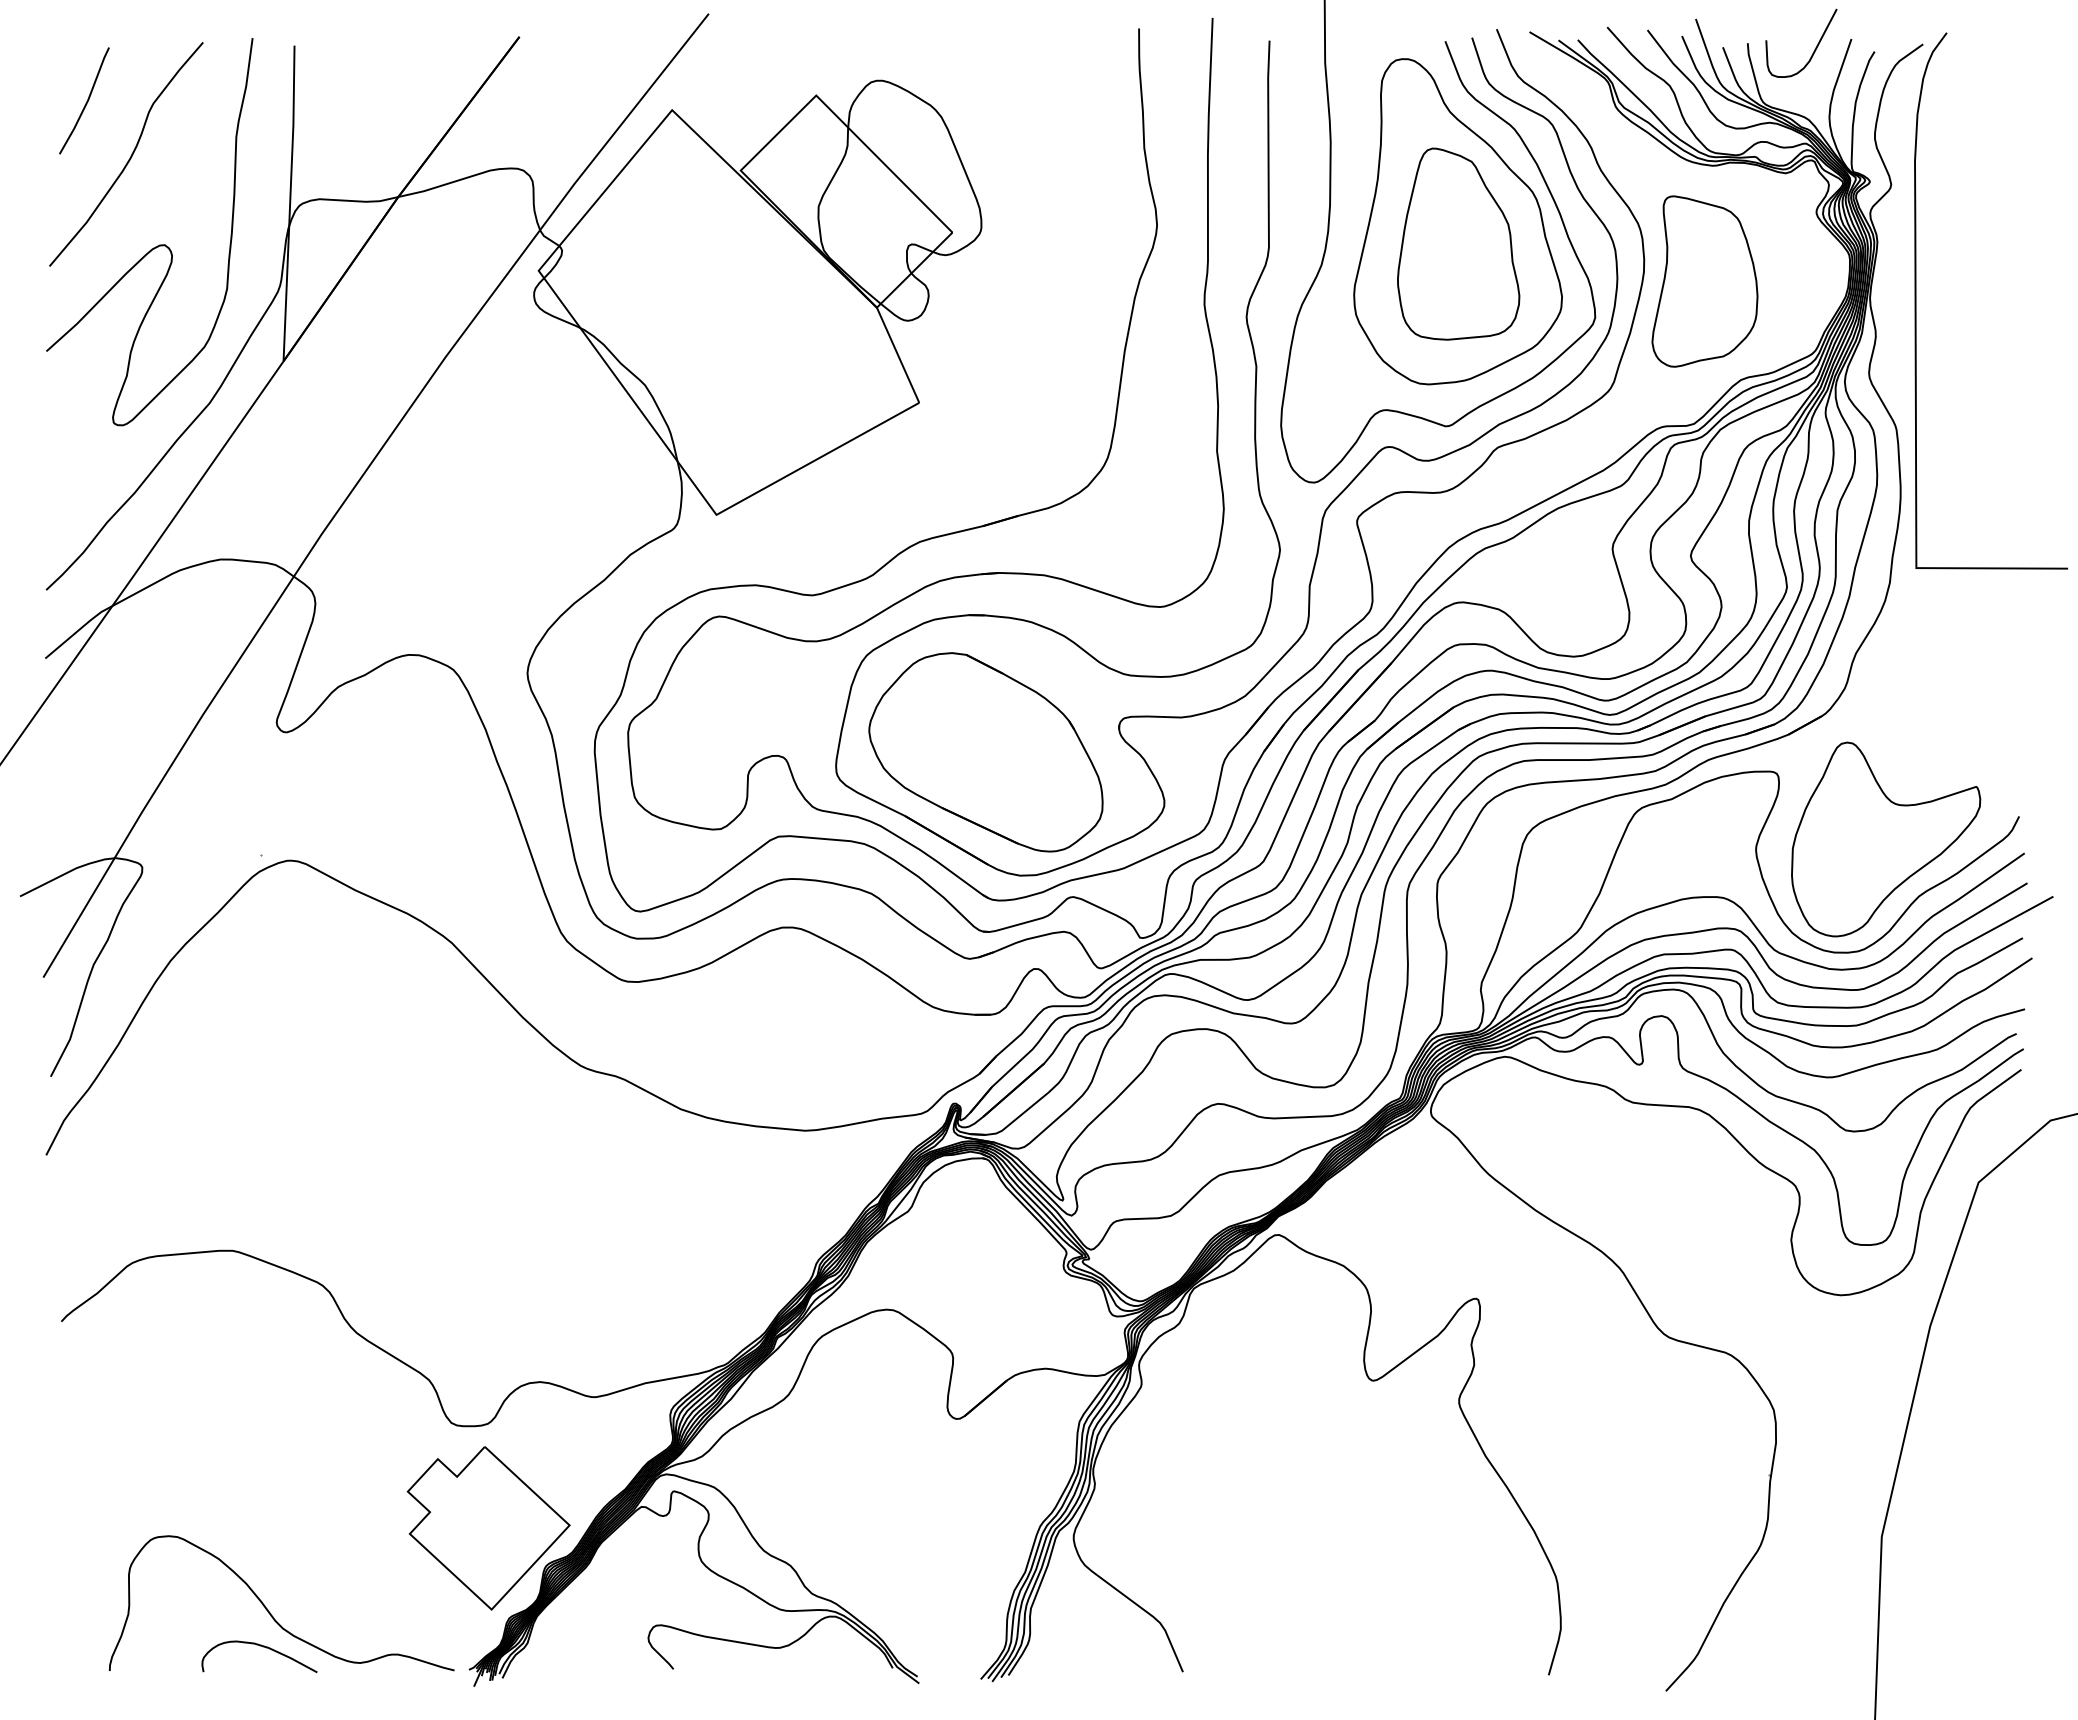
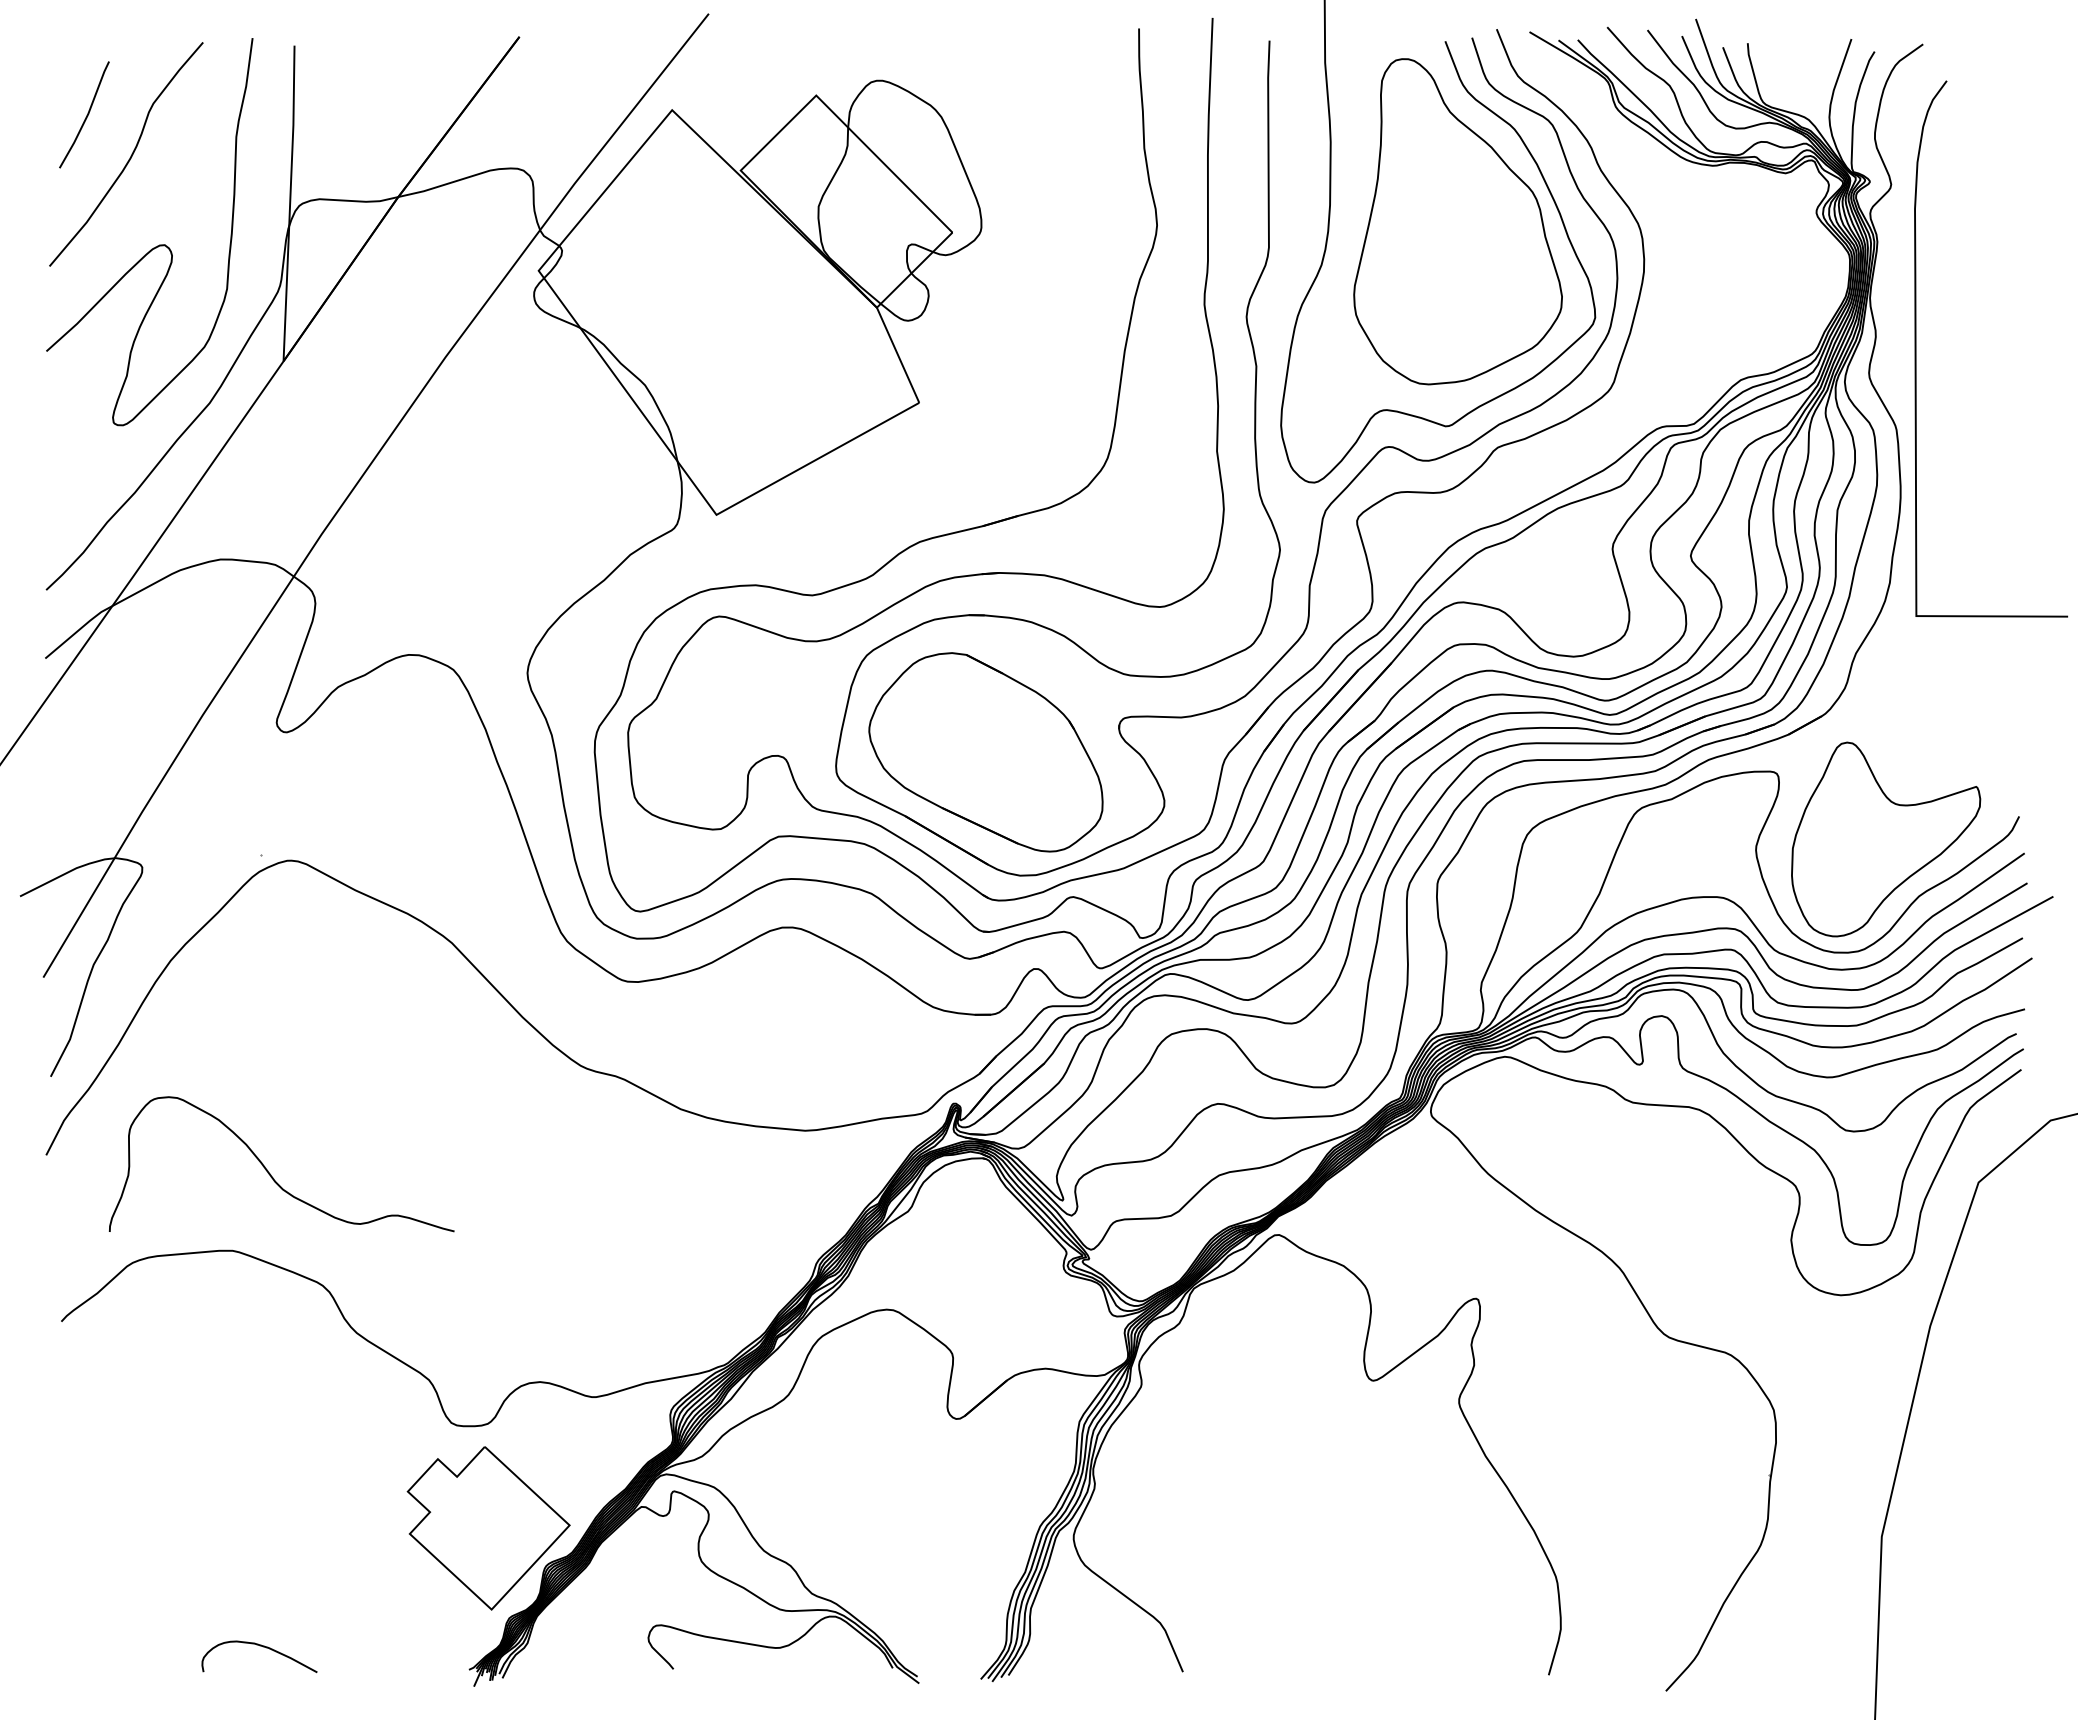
curve at (1814, 49): present -> none
line at (86, 101) position: (86, 101) -> (86, 115)
part at (1458, 243): present -> none
part at (1704, 281): present -> none
curve at (1916, 300) position: (1916, 300) -> (1916, 348)
curve at (271, 1613) position: (271, 1613) -> (271, 1174)
